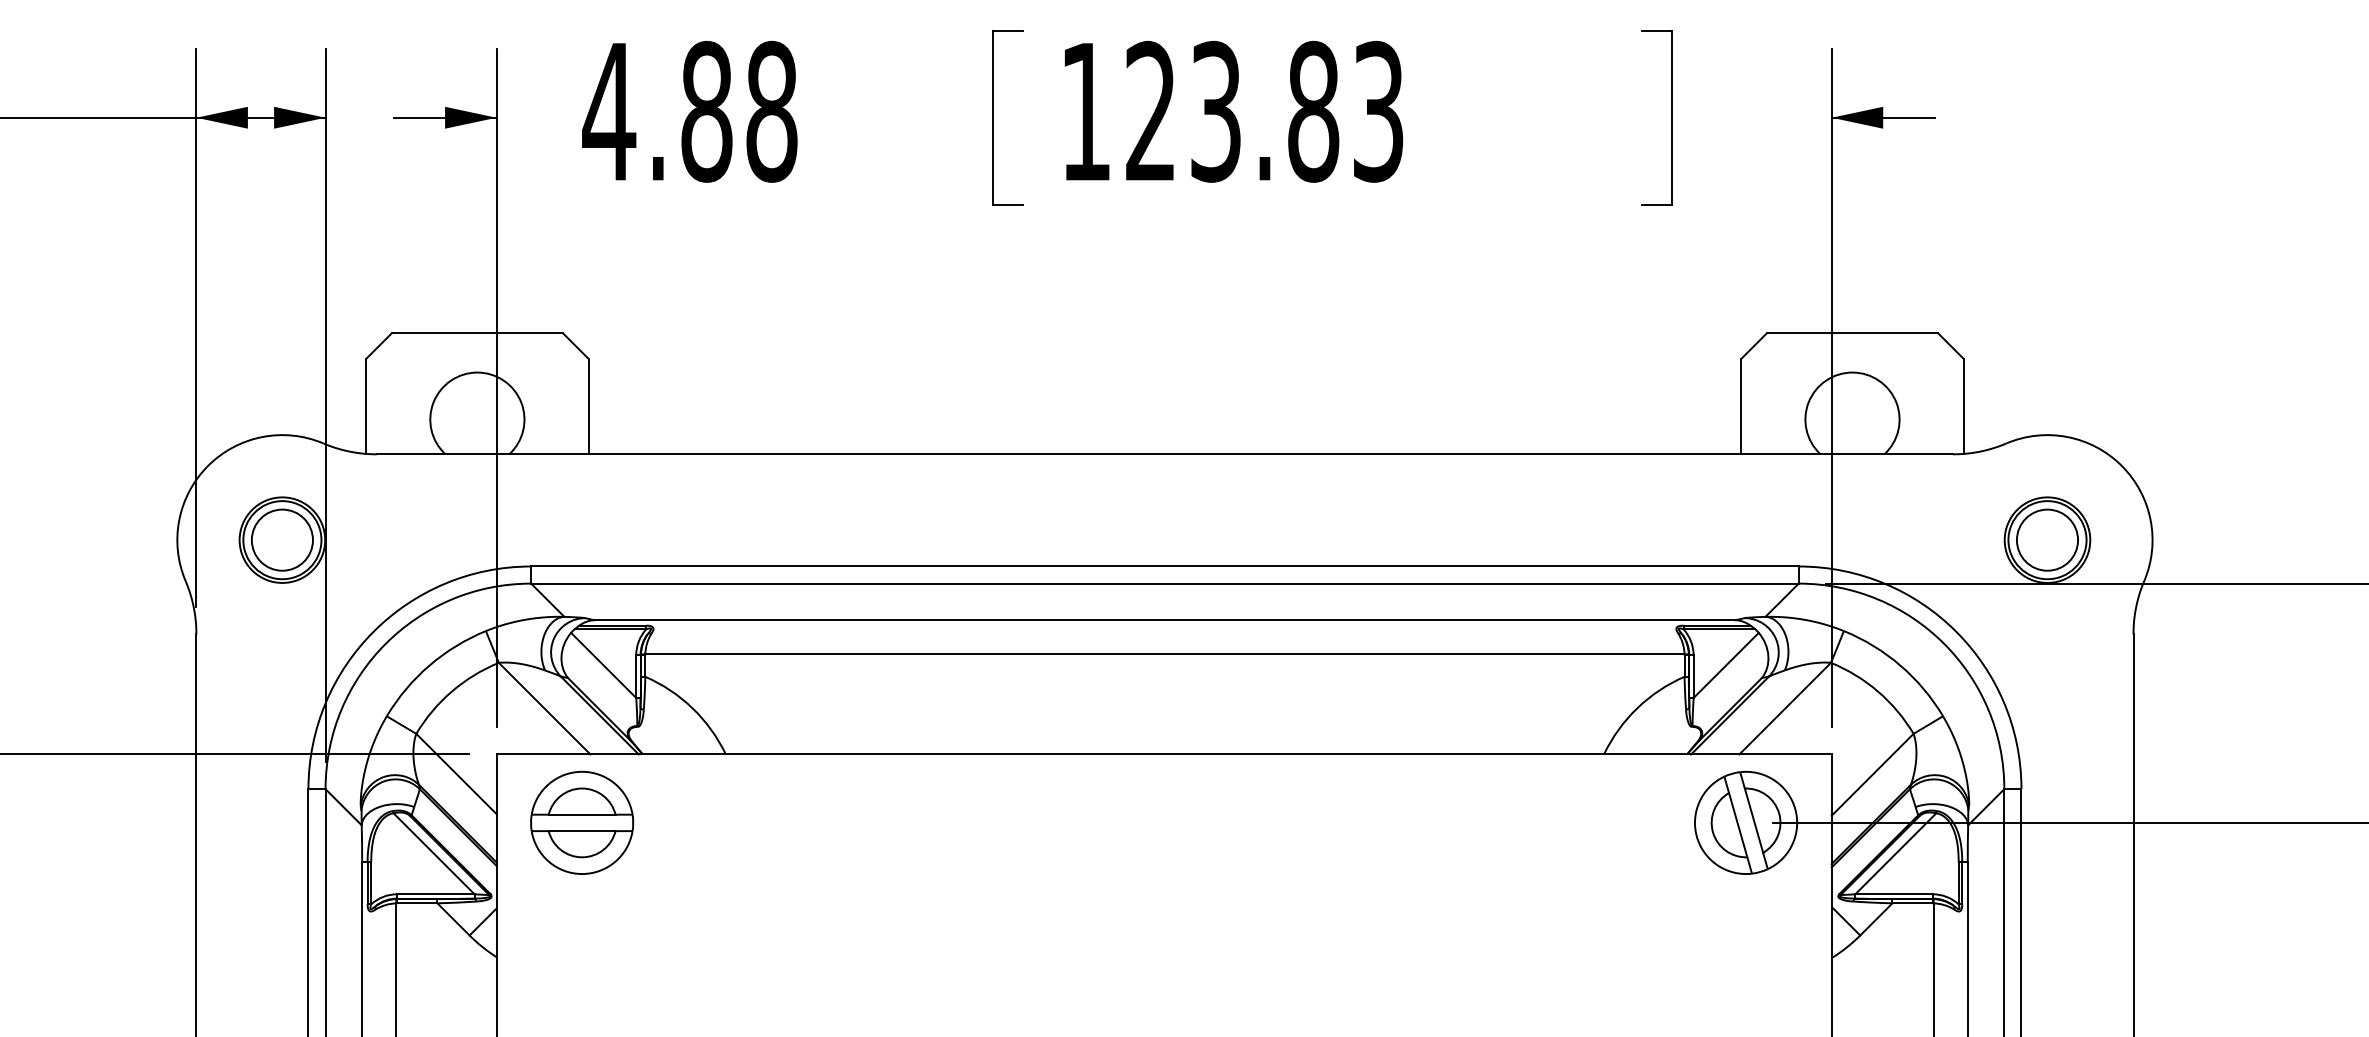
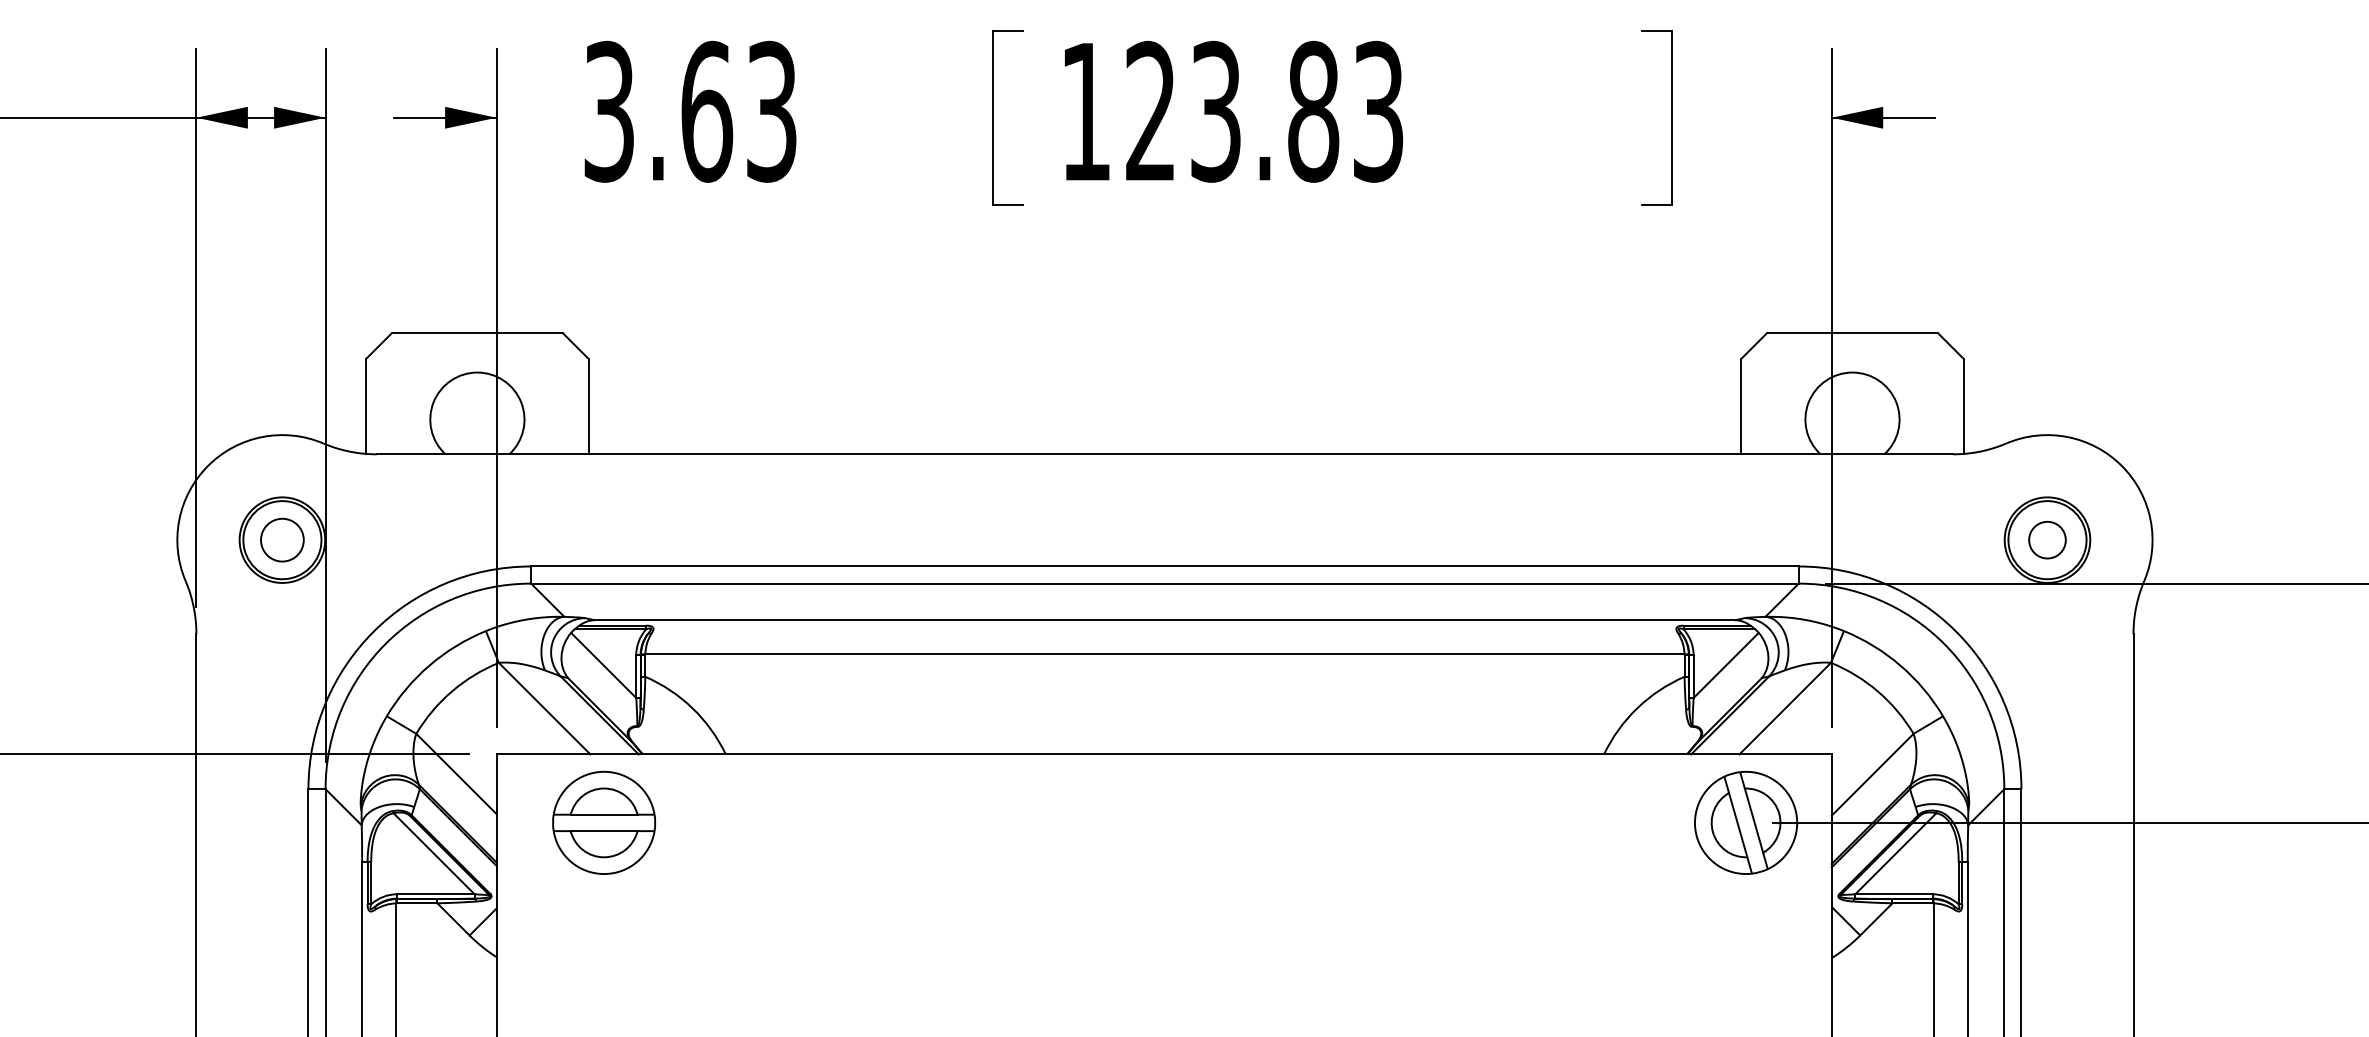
text at (689, 111): 4.88 -> 3.63
circle at (281, 539) diameter: 61 px -> 43 px
circle at (2047, 539) diameter: 61 px -> 37 px
part at (581, 822) position: (581, 822) -> (603, 822)
